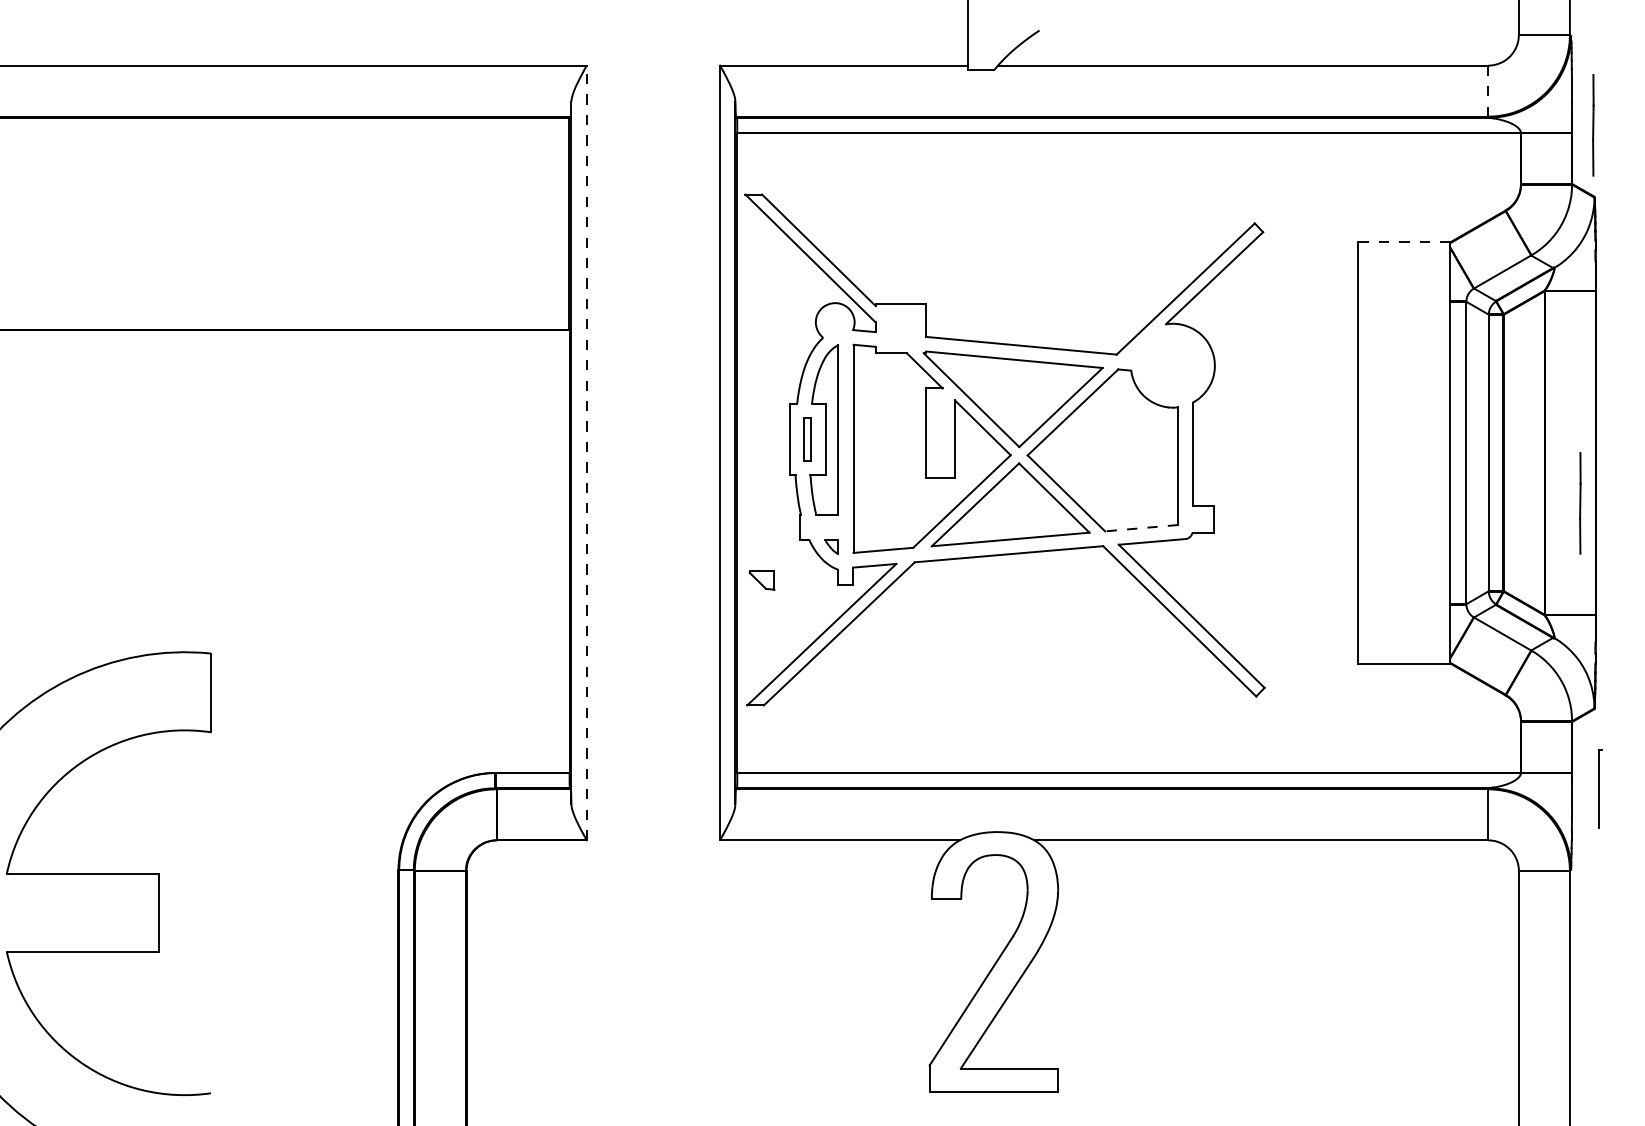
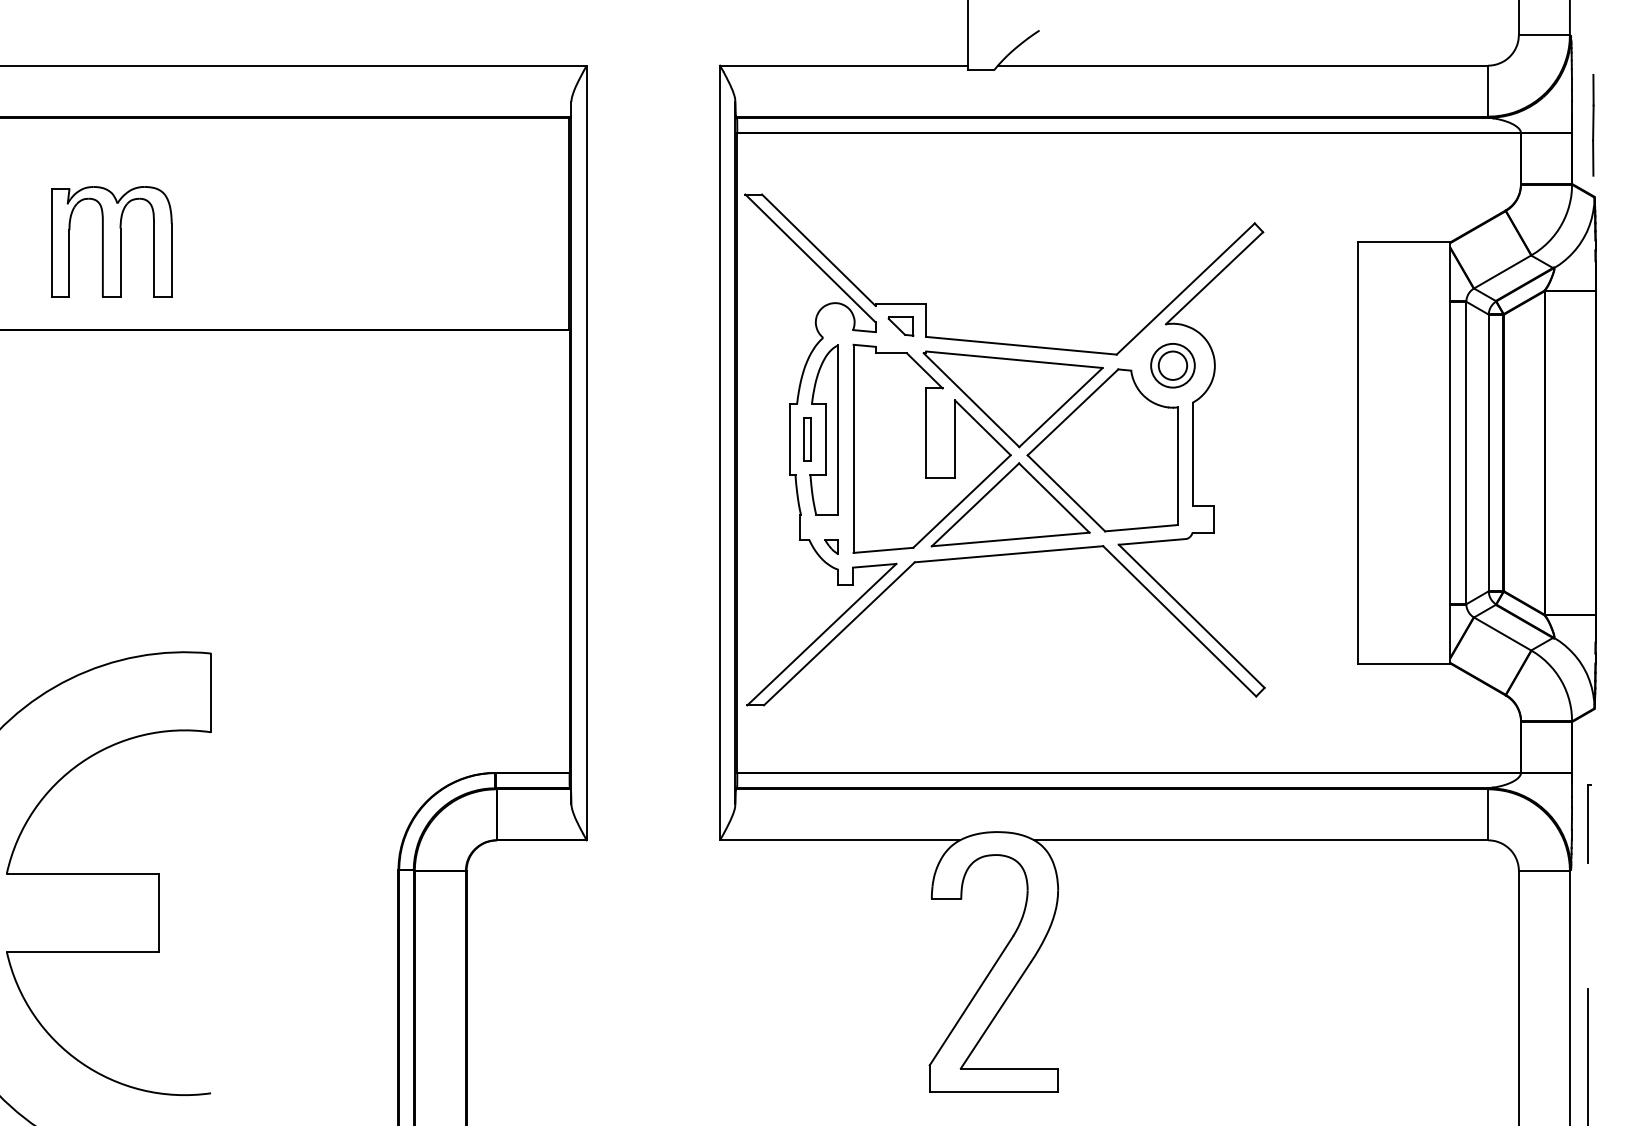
line at (1488, 91): dashed -> solid
part at (111, 241): none -> present
line at (1403, 241): dashed -> solid
part at (1172, 365): none -> present
line at (586, 452): dashed -> solid
line at (1580, 503): present -> none
line at (1141, 528): dashed -> solid
part at (761, 580) position: (761, 580) -> (900, 326)
part at (1600, 788) position: (1600, 788) -> (1589, 823)
line at (1588, 1055): none -> present
